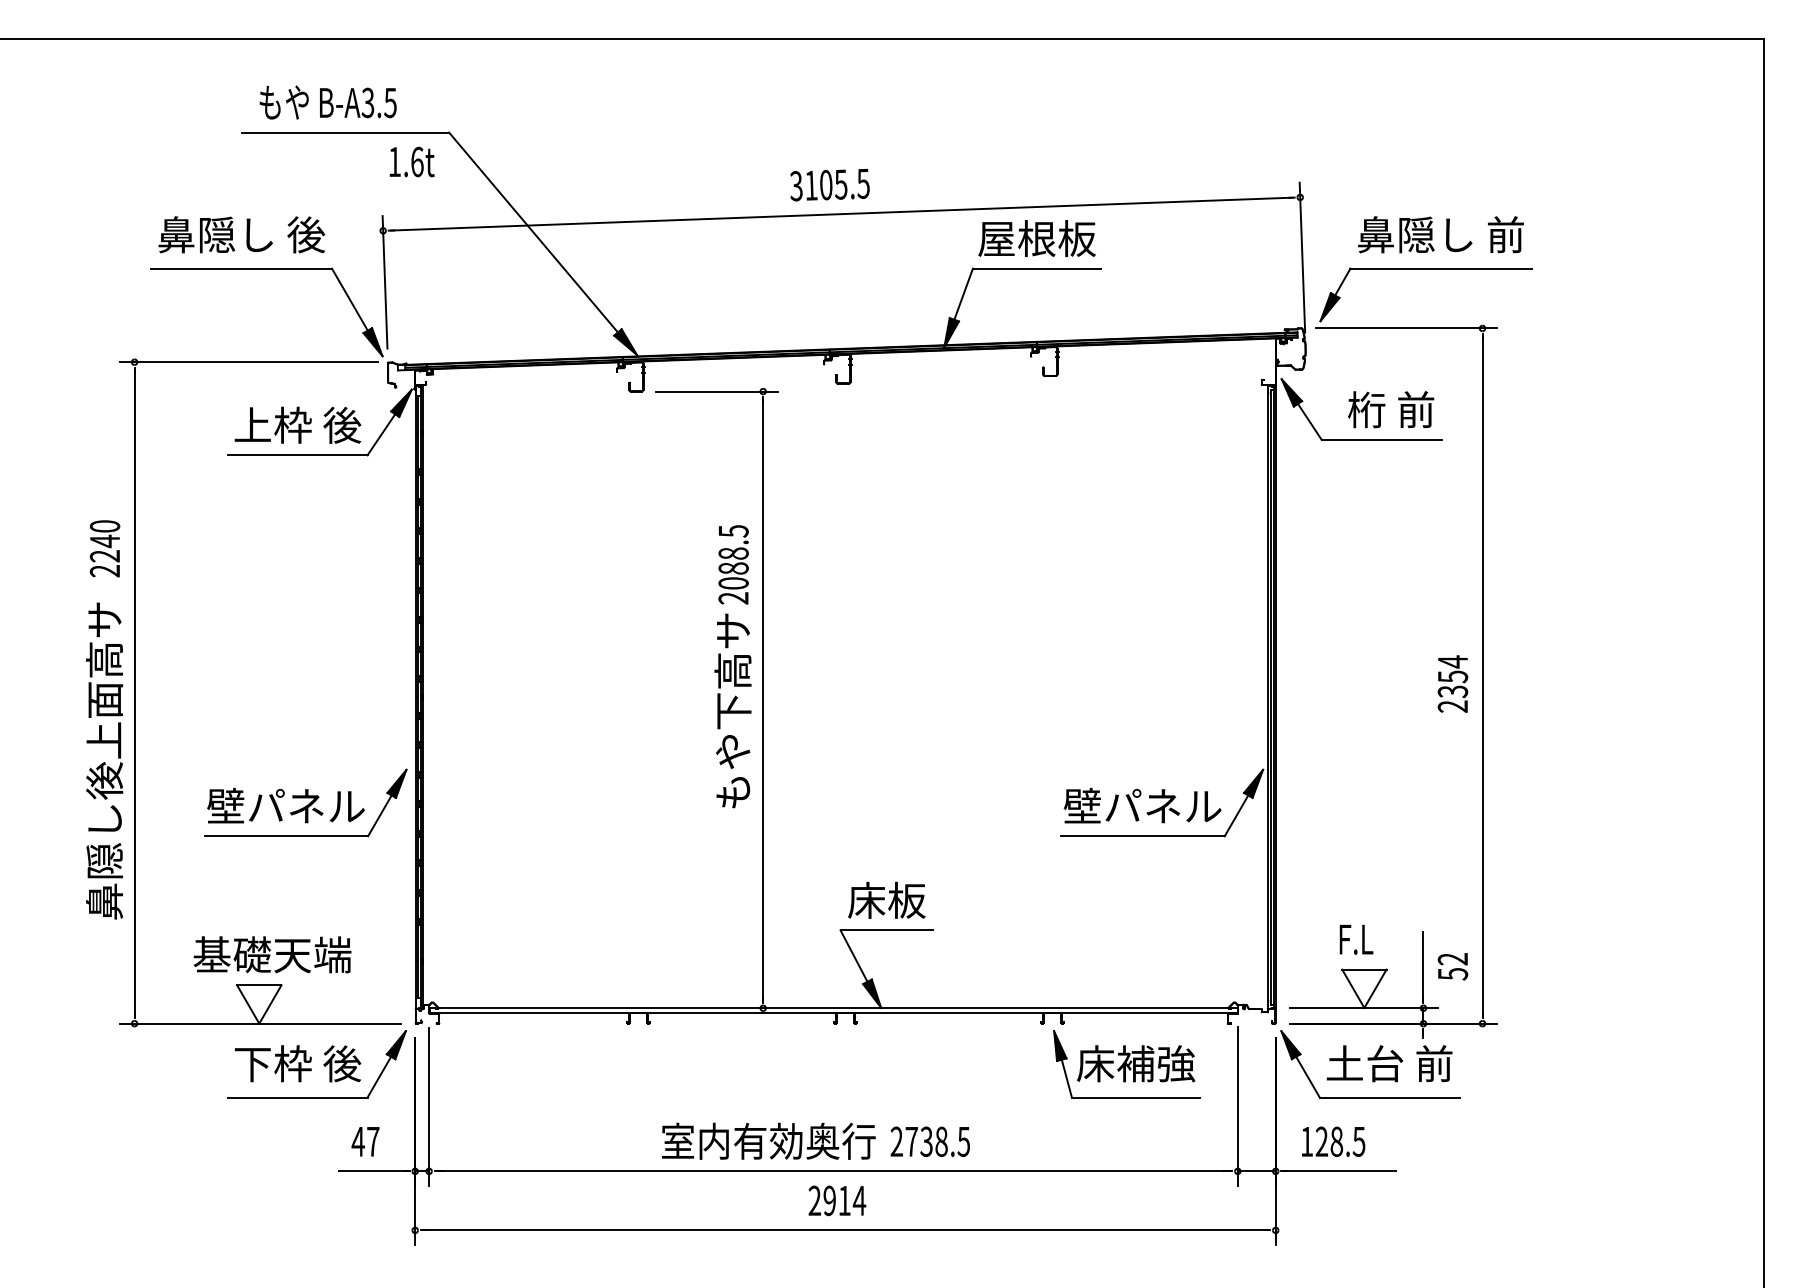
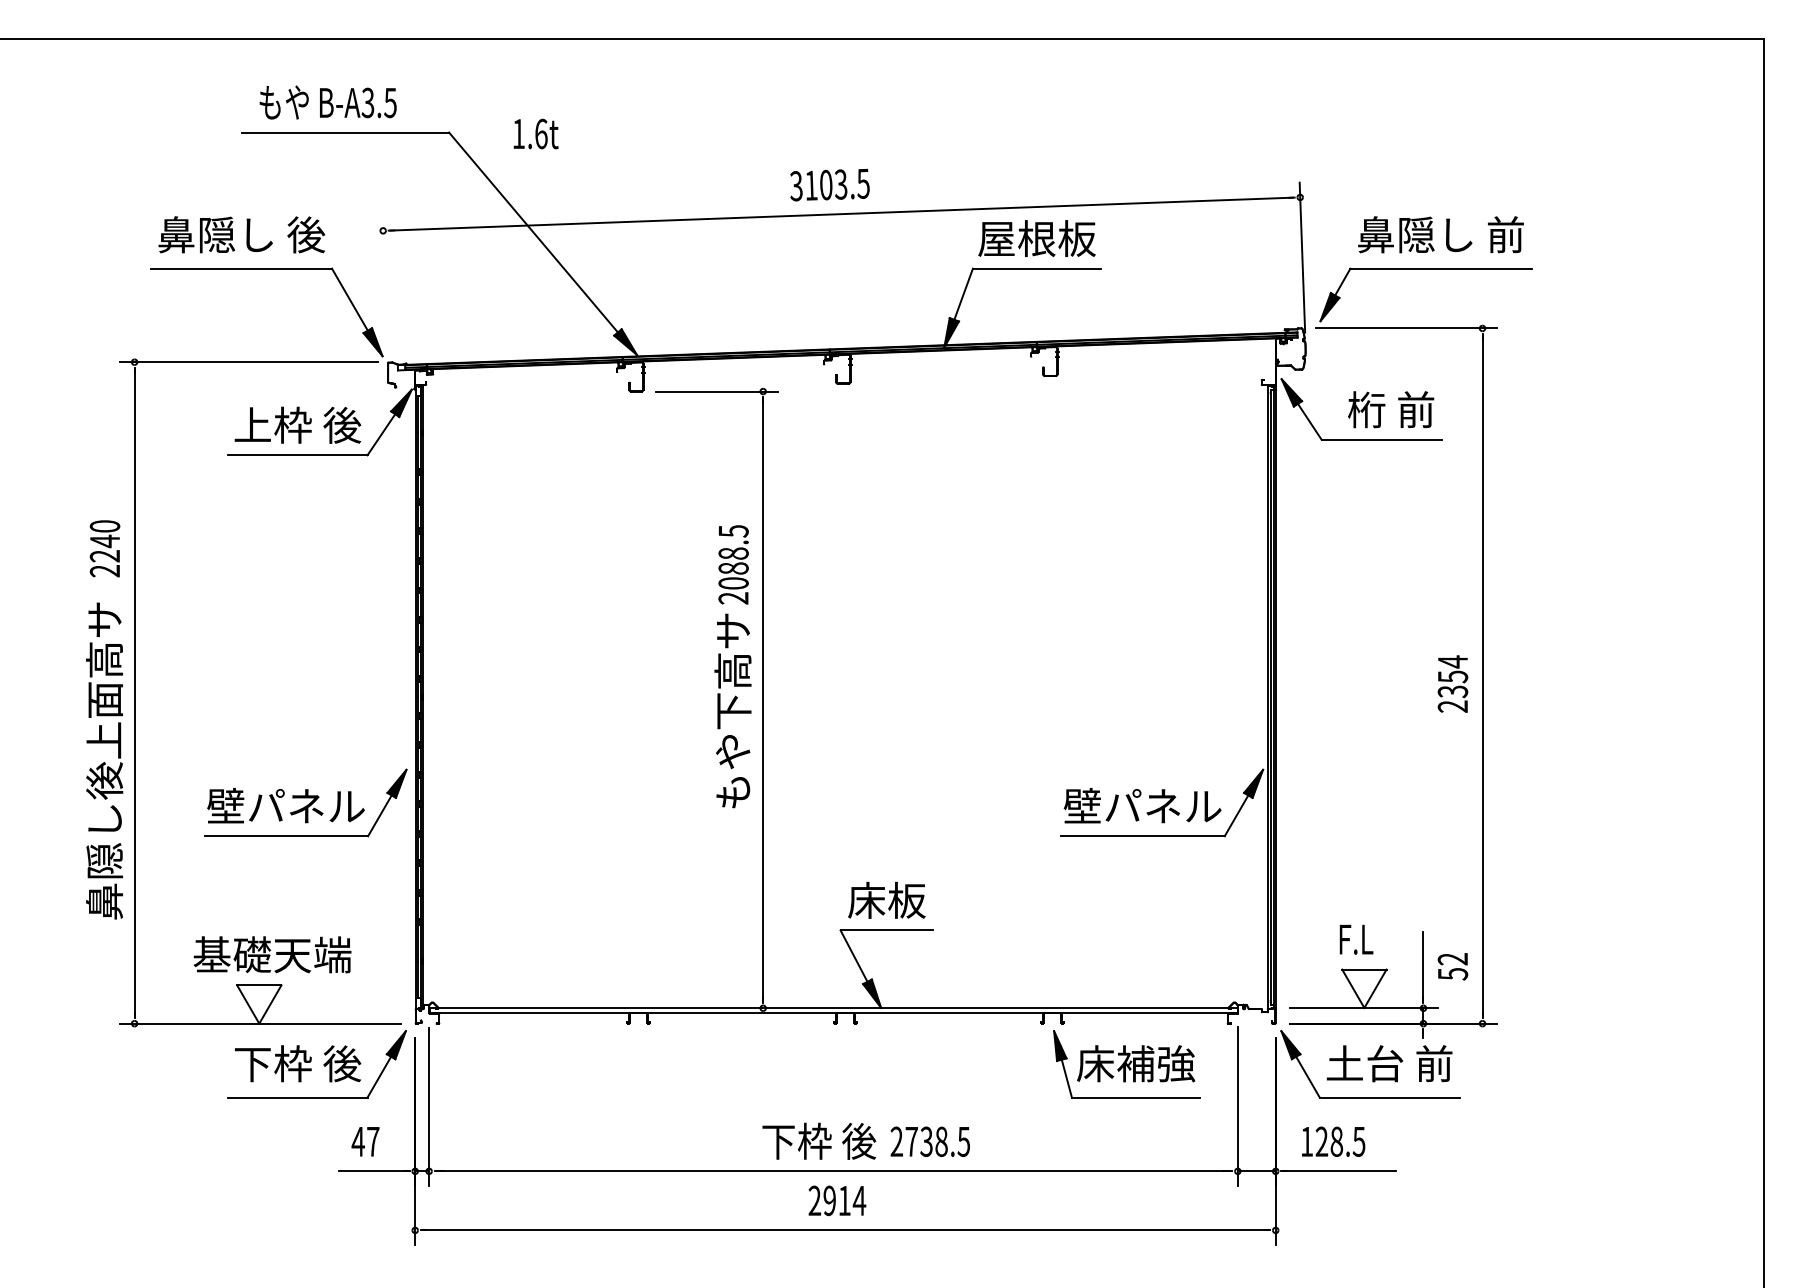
text at (411, 161) position: (411, 161) -> (535, 133)
text at (841, 184): 3105.5 -> 3103.5
line at (384, 282): present -> none
text at (769, 1140): 室内有効奥行 -> 下枠 後
